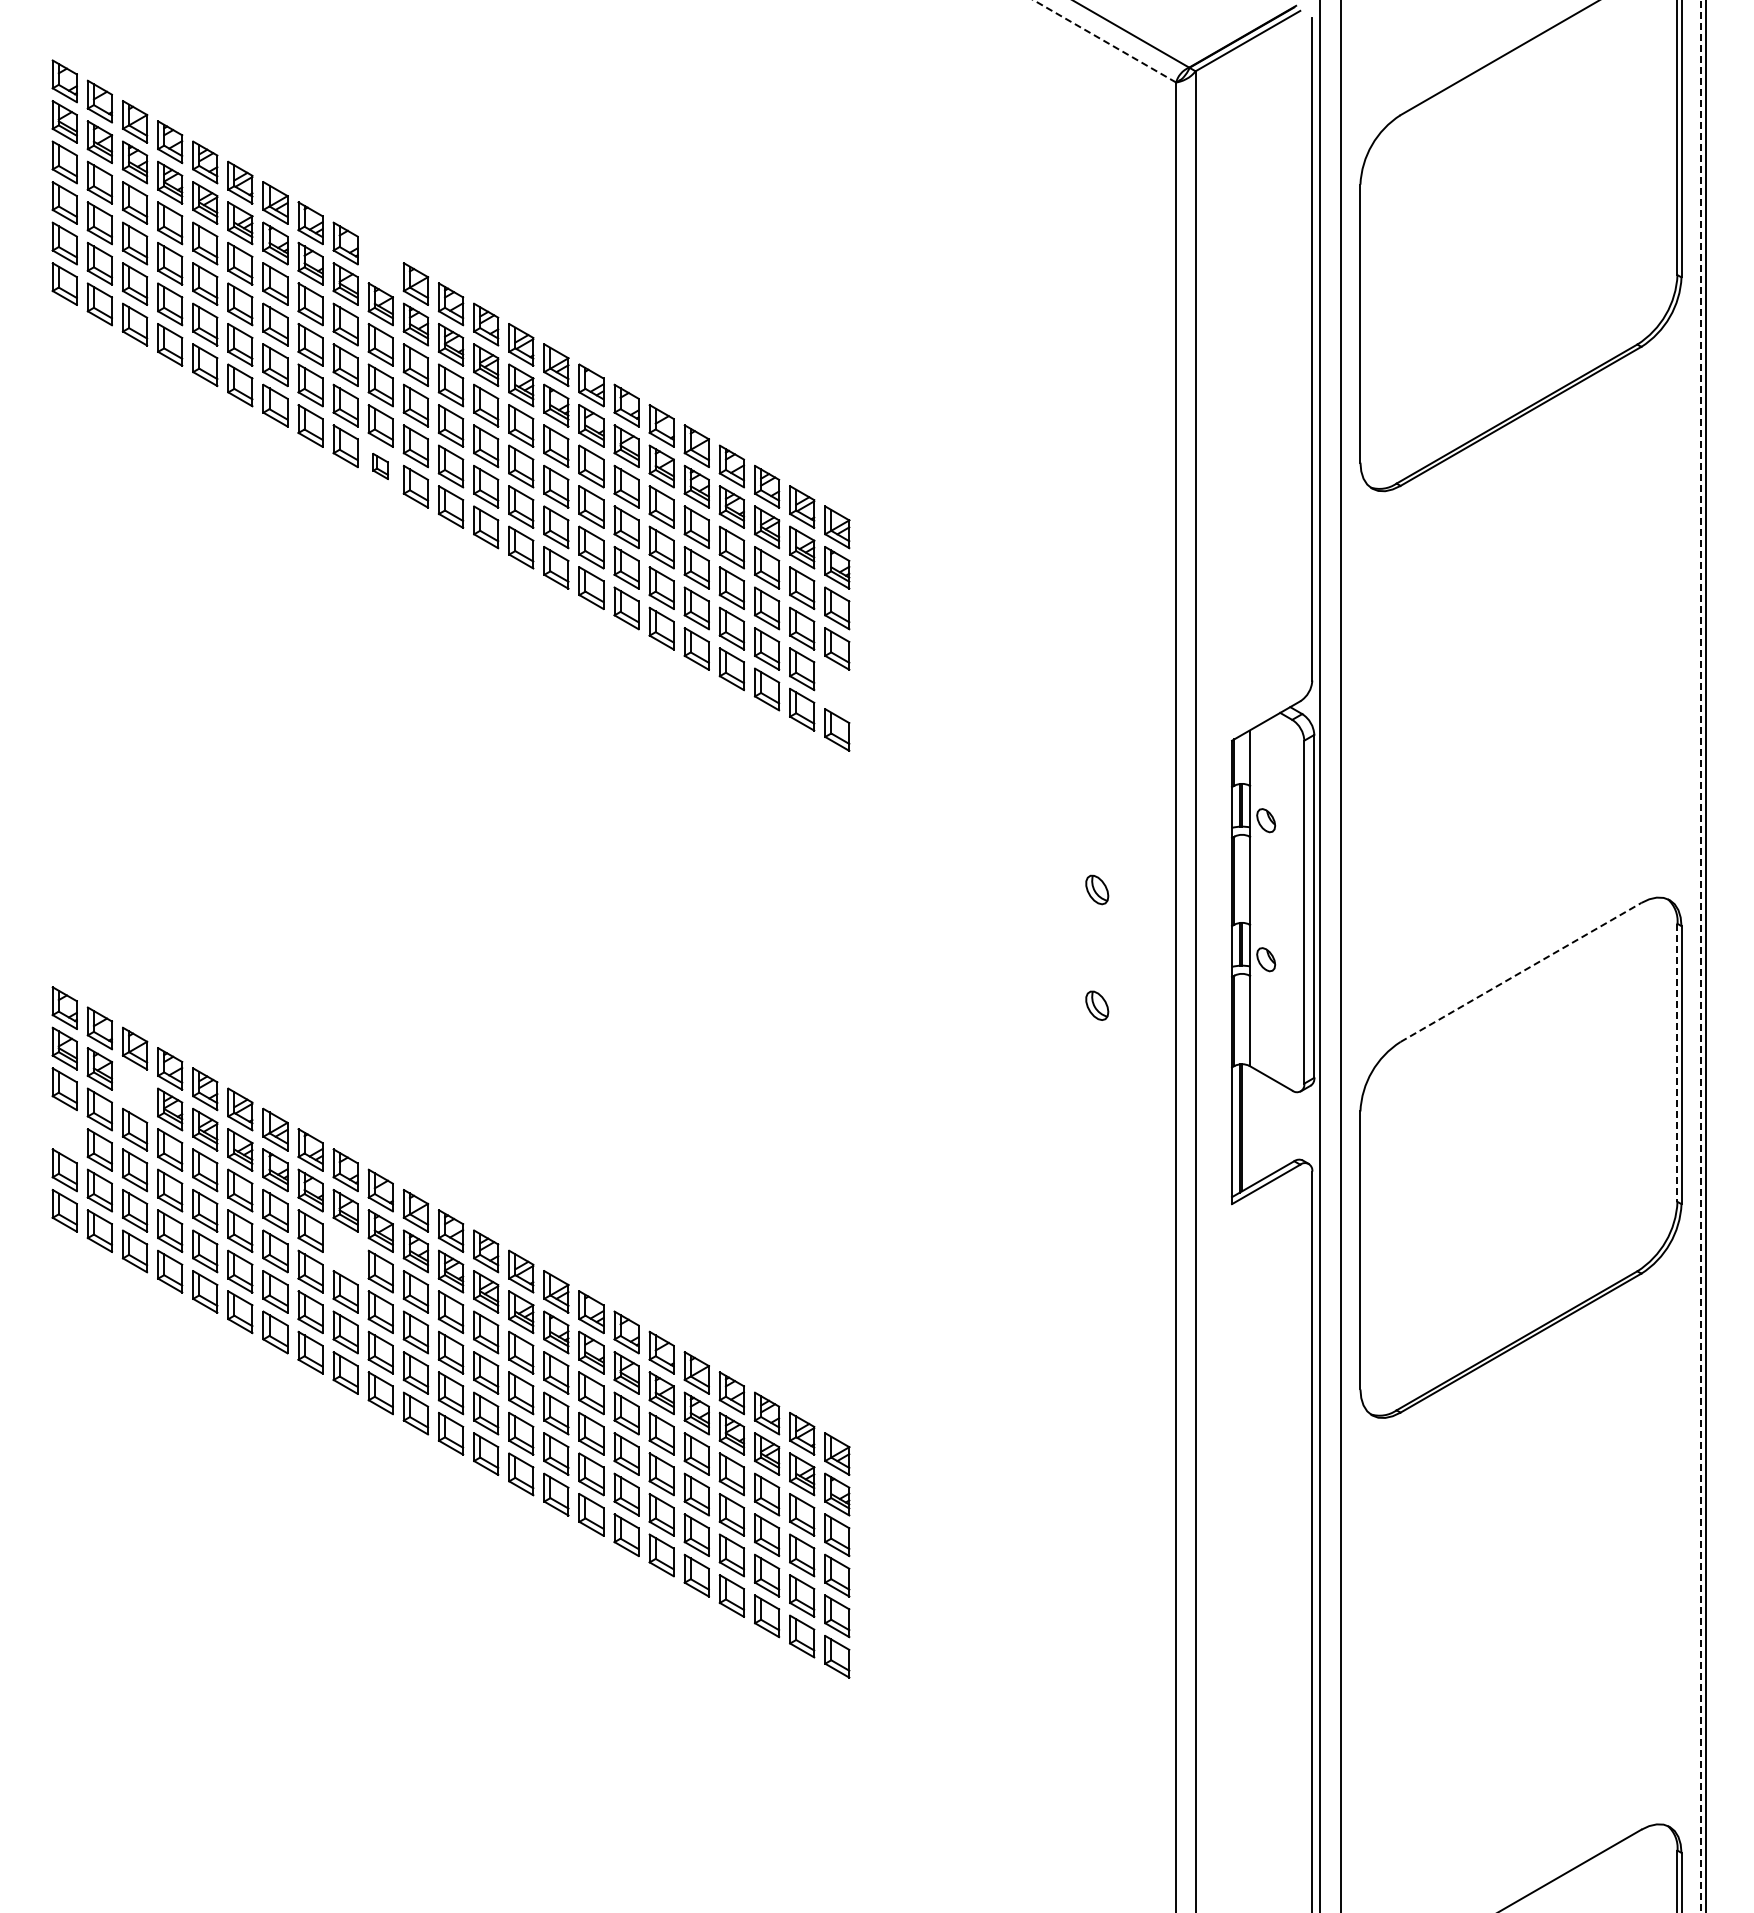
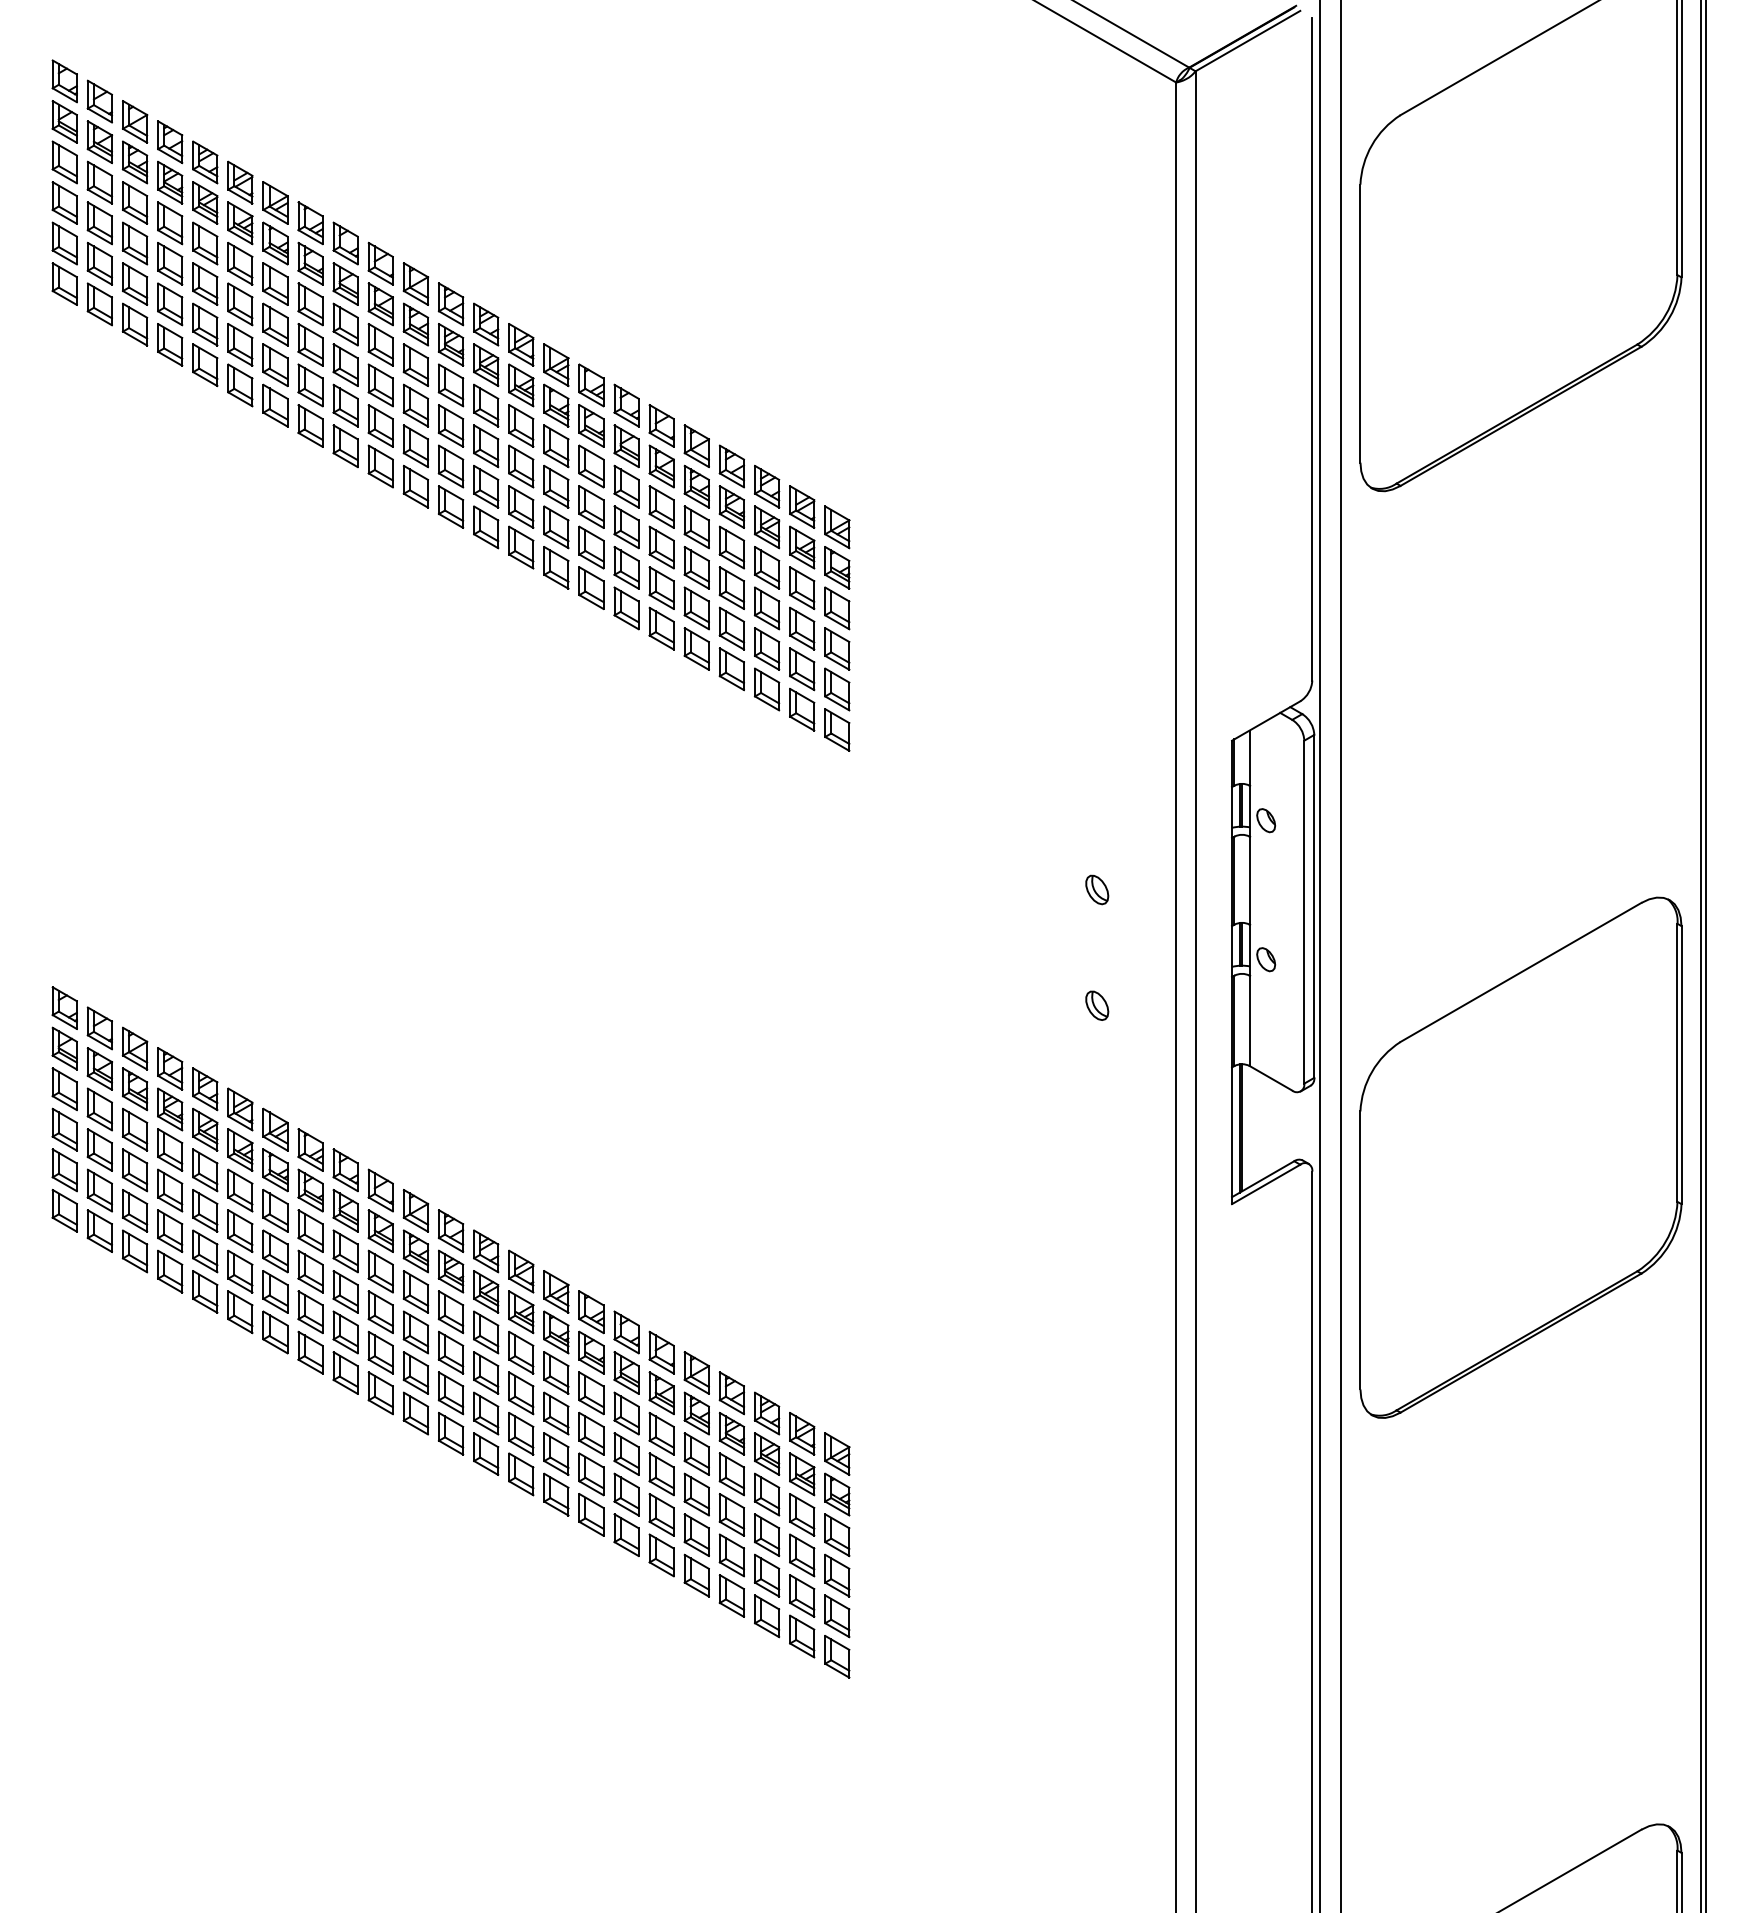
line at (1104, 41): dashed -> solid
part at (380, 263): none -> present
part at (380, 466) size: 17x27 px -> 27x45 px
part at (837, 689): none -> present
line at (1701, 956): dashed -> solid
line at (1521, 972): dashed -> solid
line at (1677, 1063): dashed -> solid
part at (135, 1089): none -> present
part at (64, 1129): none -> present
part at (345, 1251): none -> present
